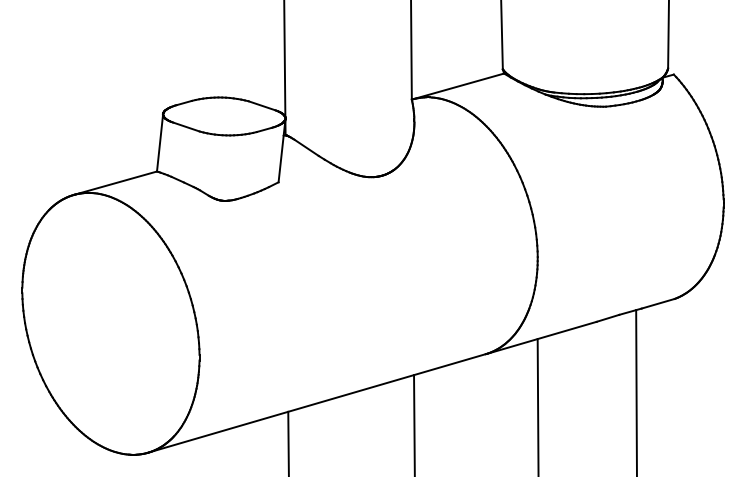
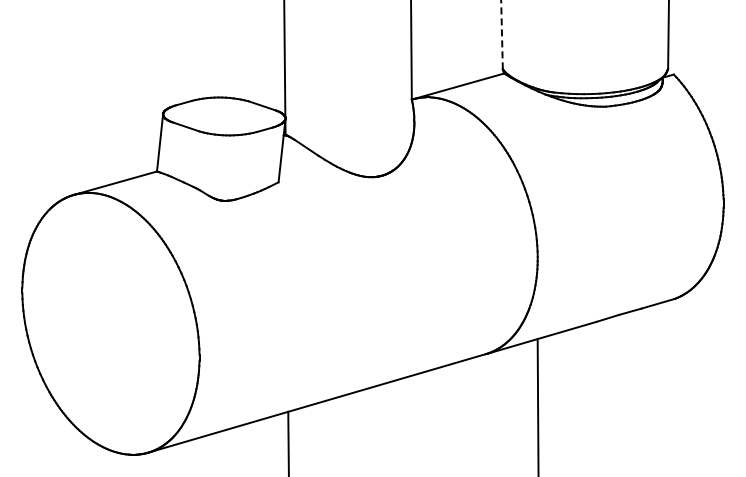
line at (502, 34): solid -> dashed
line at (636, 391): present -> none
line at (414, 424): present -> none
